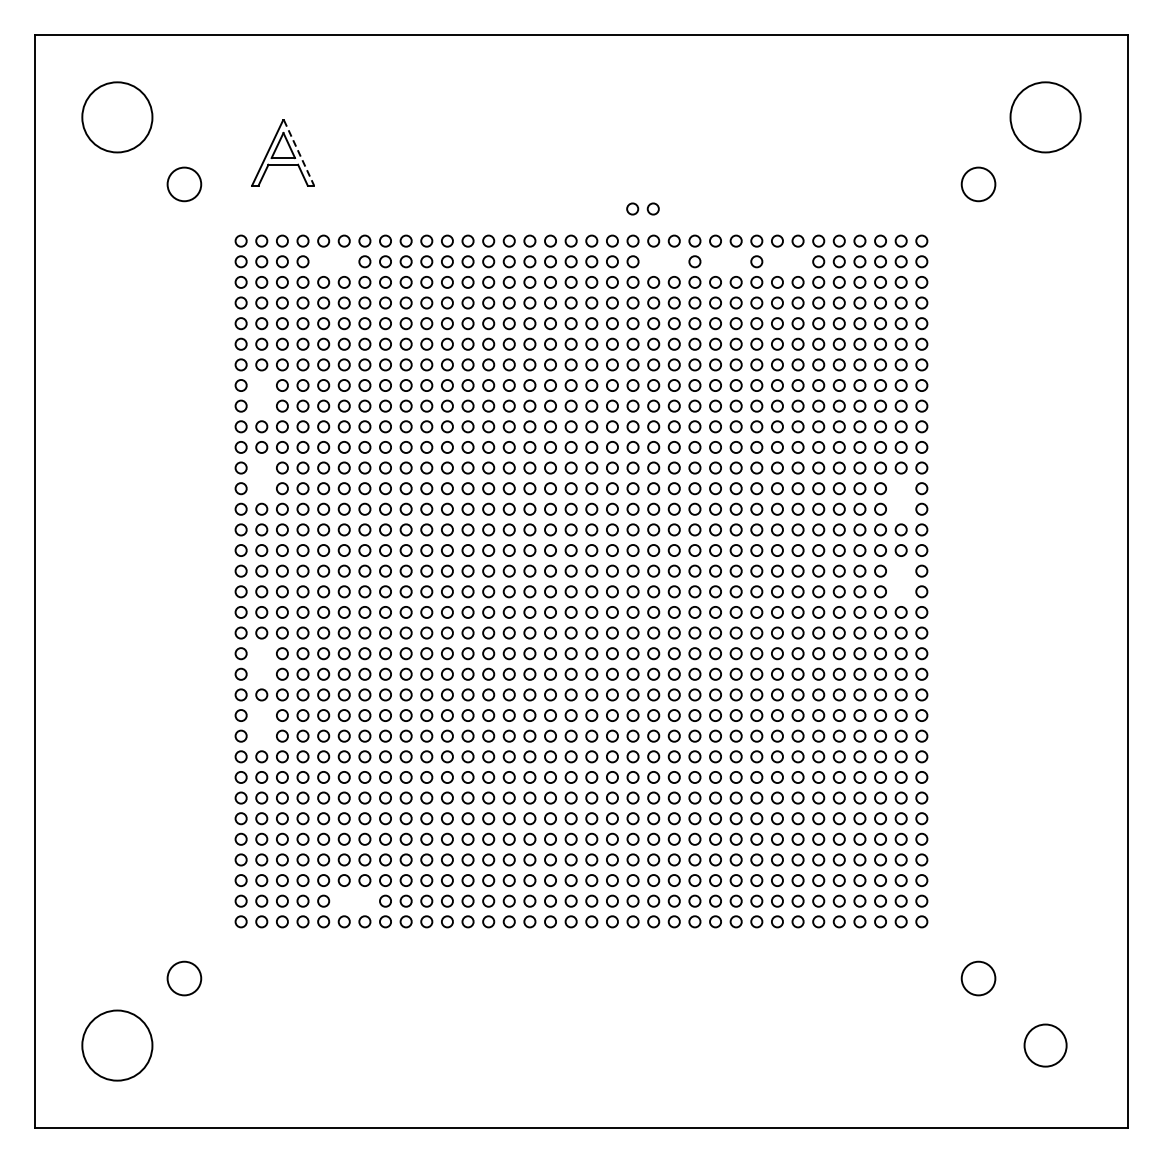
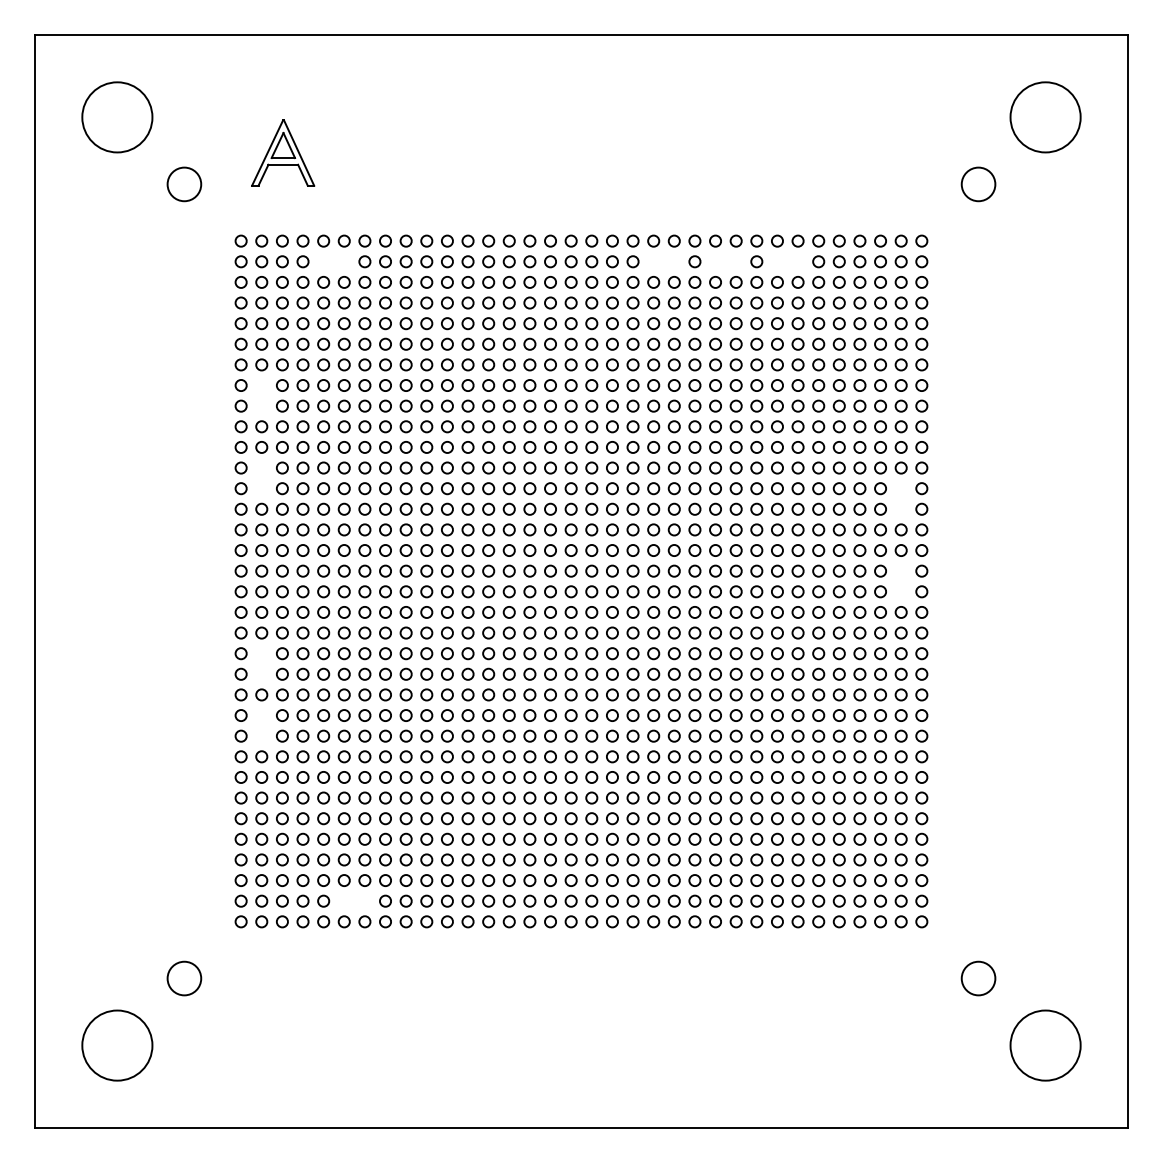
line at (299, 153): dashed -> solid
part at (642, 208): present -> none
circle at (1045, 1045) diameter: 42 px -> 70 px
